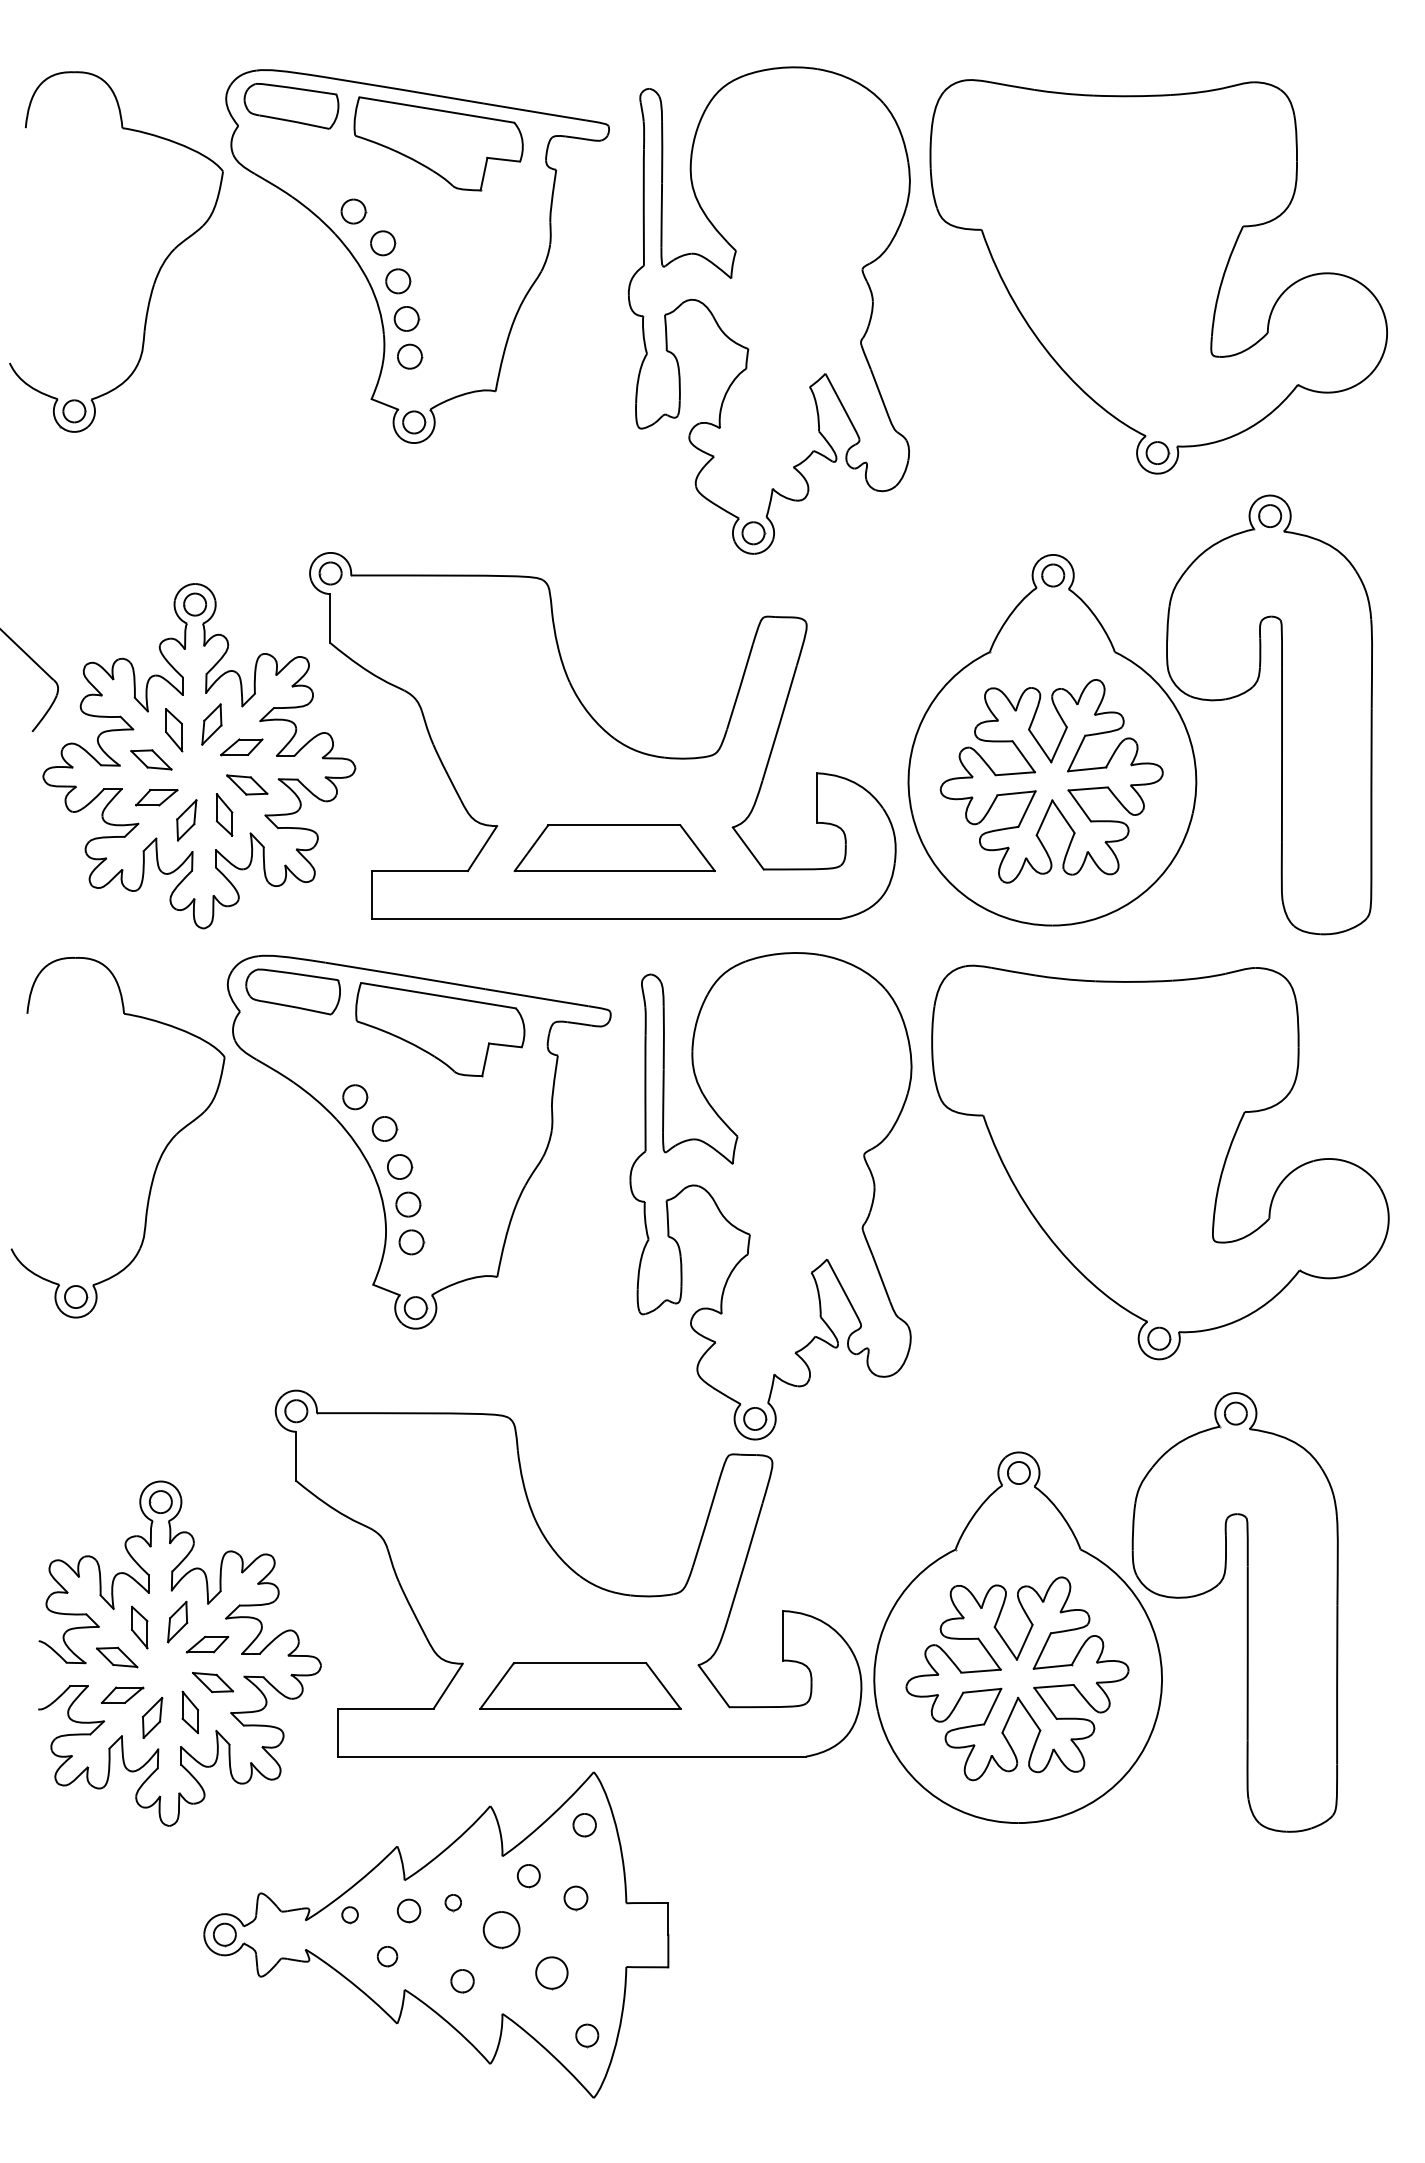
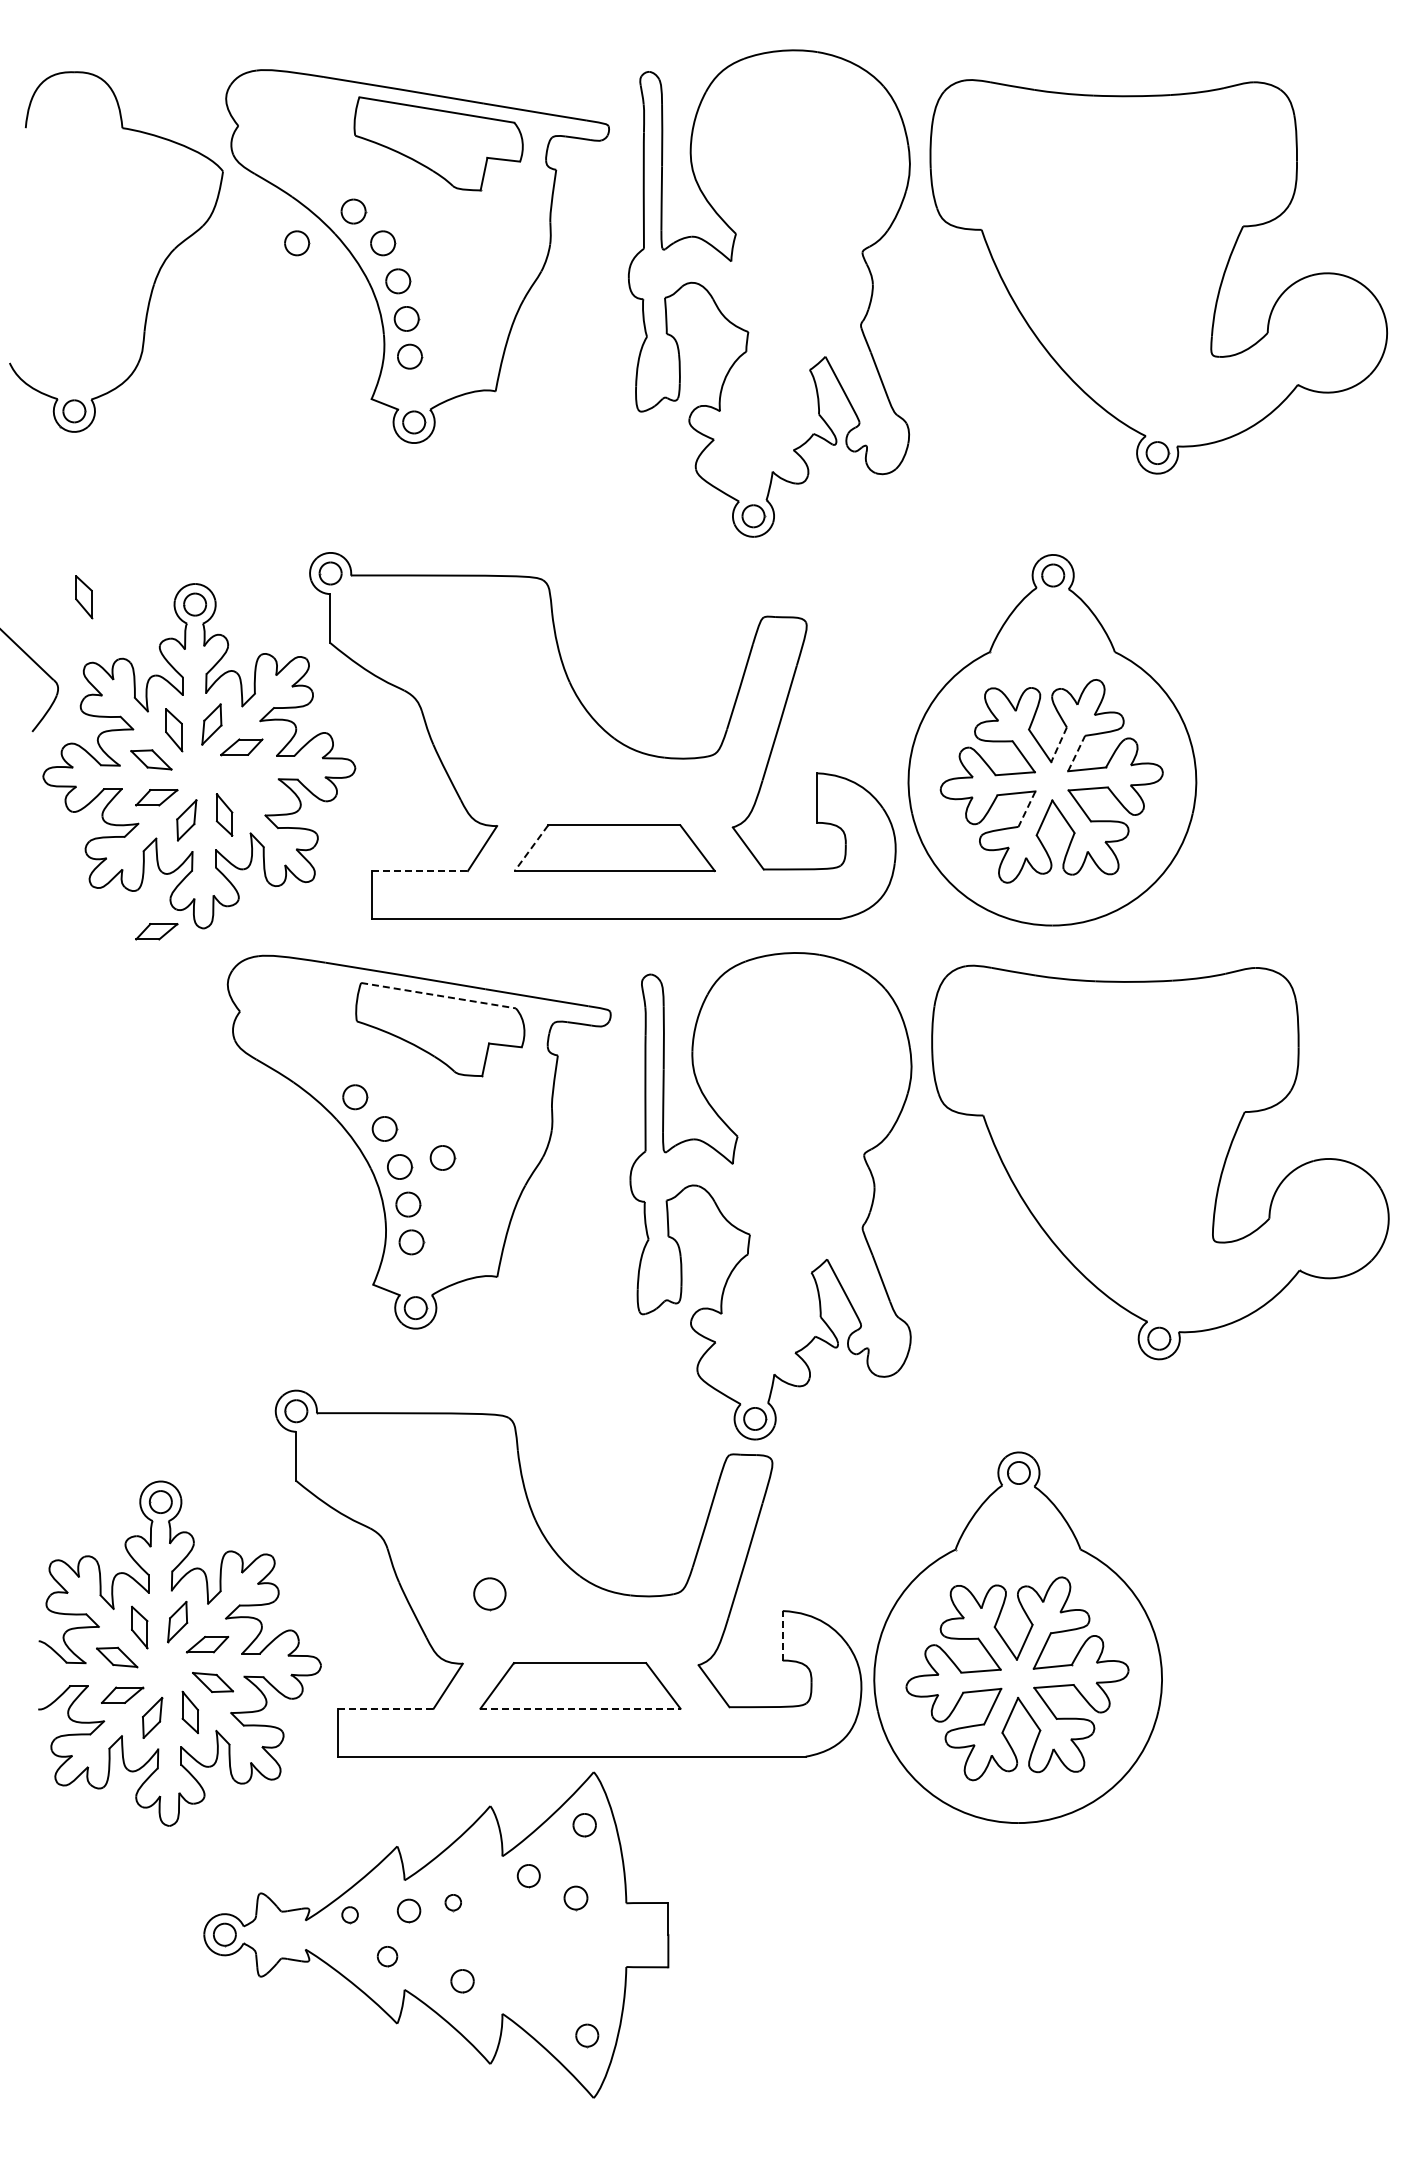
part at (291, 106): present -> none
part at (297, 243): none -> present
part at (769, 310) position: (769, 310) -> (769, 293)
part at (84, 597): none -> present
part at (1281, 714): present -> none
line at (1058, 745): solid -> dashed
line at (1076, 753): solid -> dashed
part at (247, 784): present -> none
line at (1026, 809): solid -> dashed
line at (531, 848): solid -> dashed
line at (419, 871): solid -> dashed
part at (156, 931): none -> present
part at (292, 991): present -> none
line at (439, 995): solid -> dashed
part at (159, 1157): present -> none
part at (442, 1157): none -> present
part at (1246, 1612): present -> none
line at (782, 1635): solid -> dashed
line at (385, 1708): solid -> dashed
line at (581, 1708): solid -> dashed
part at (501, 1930): present -> none
part at (551, 1973) position: (551, 1973) -> (489, 1594)
